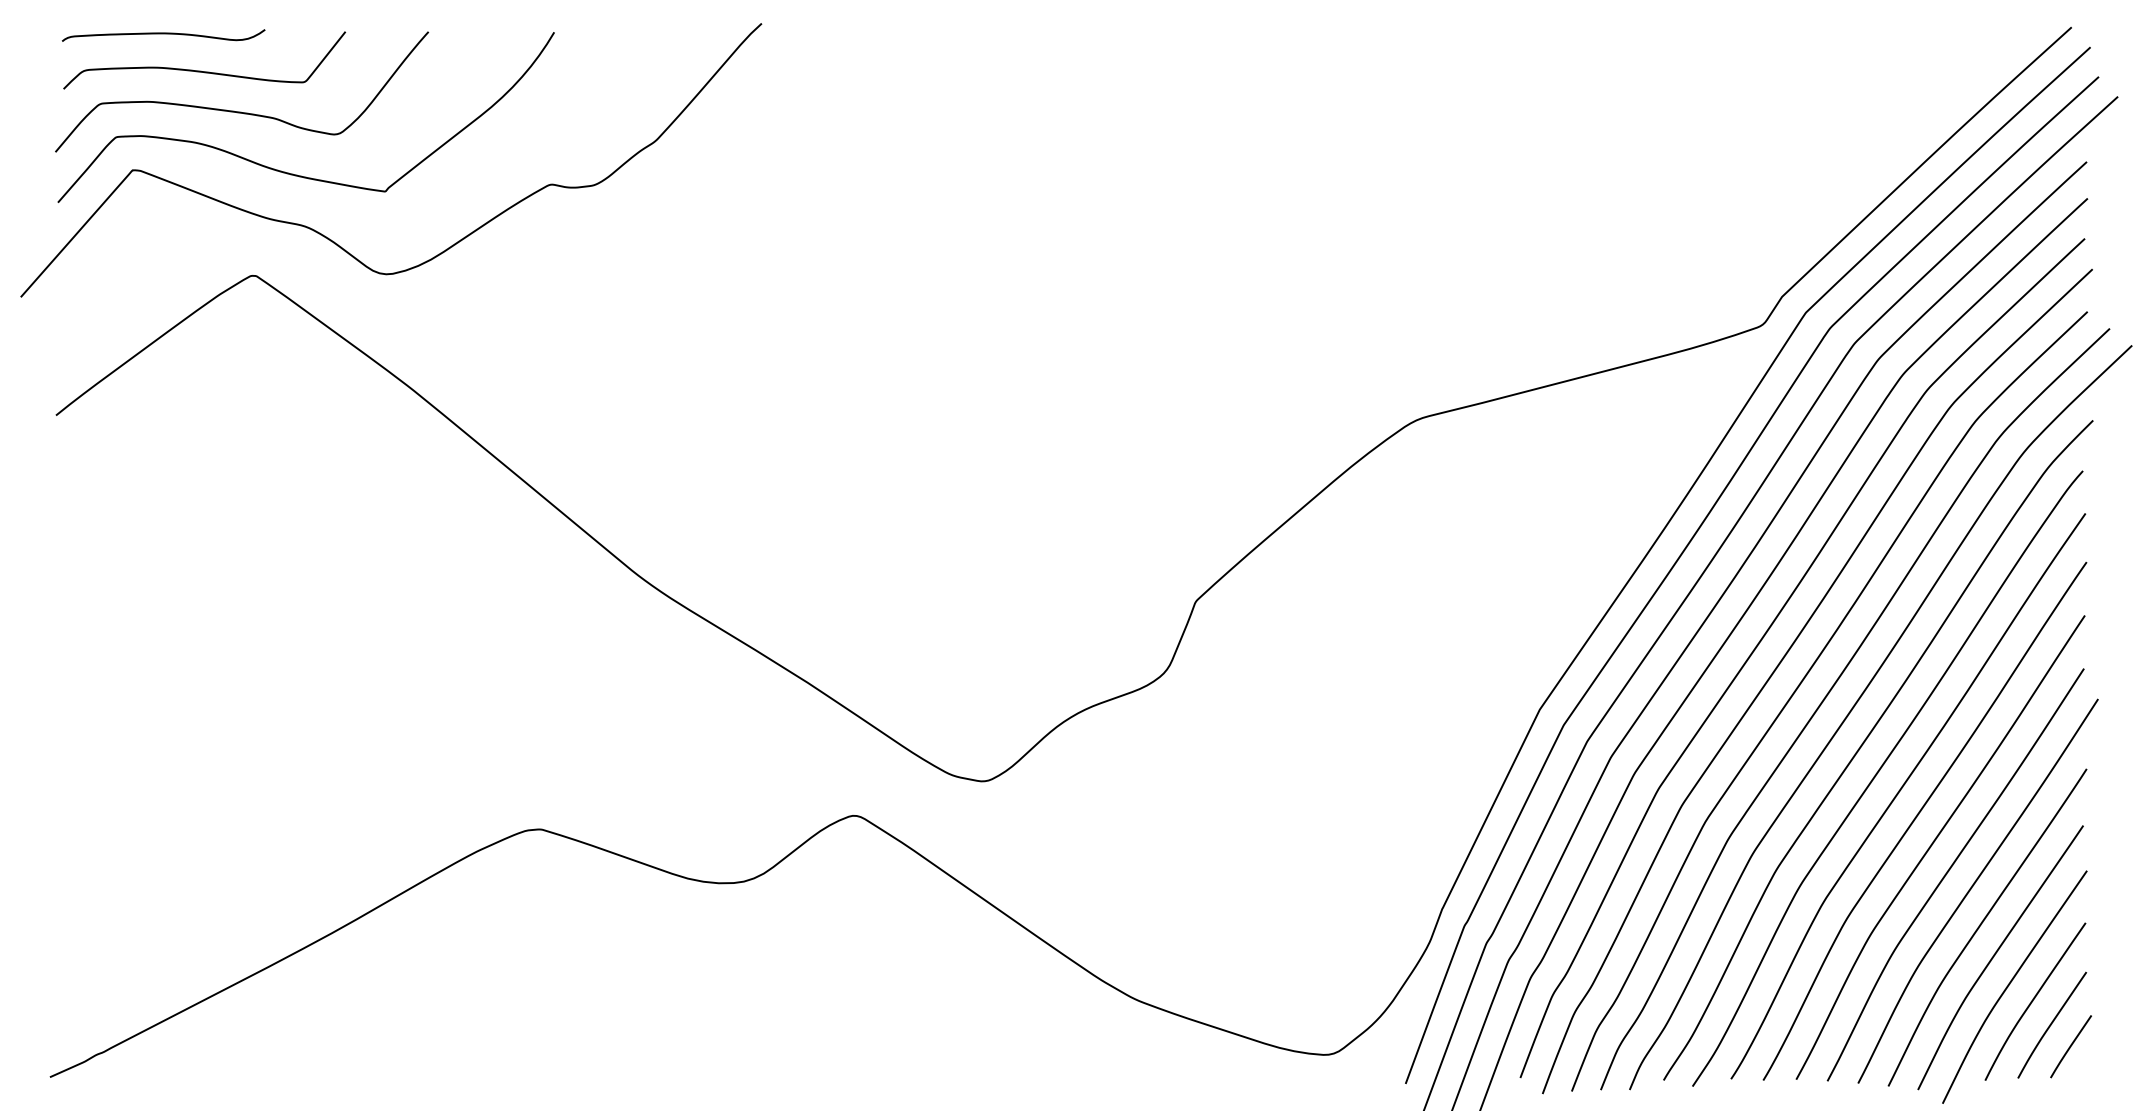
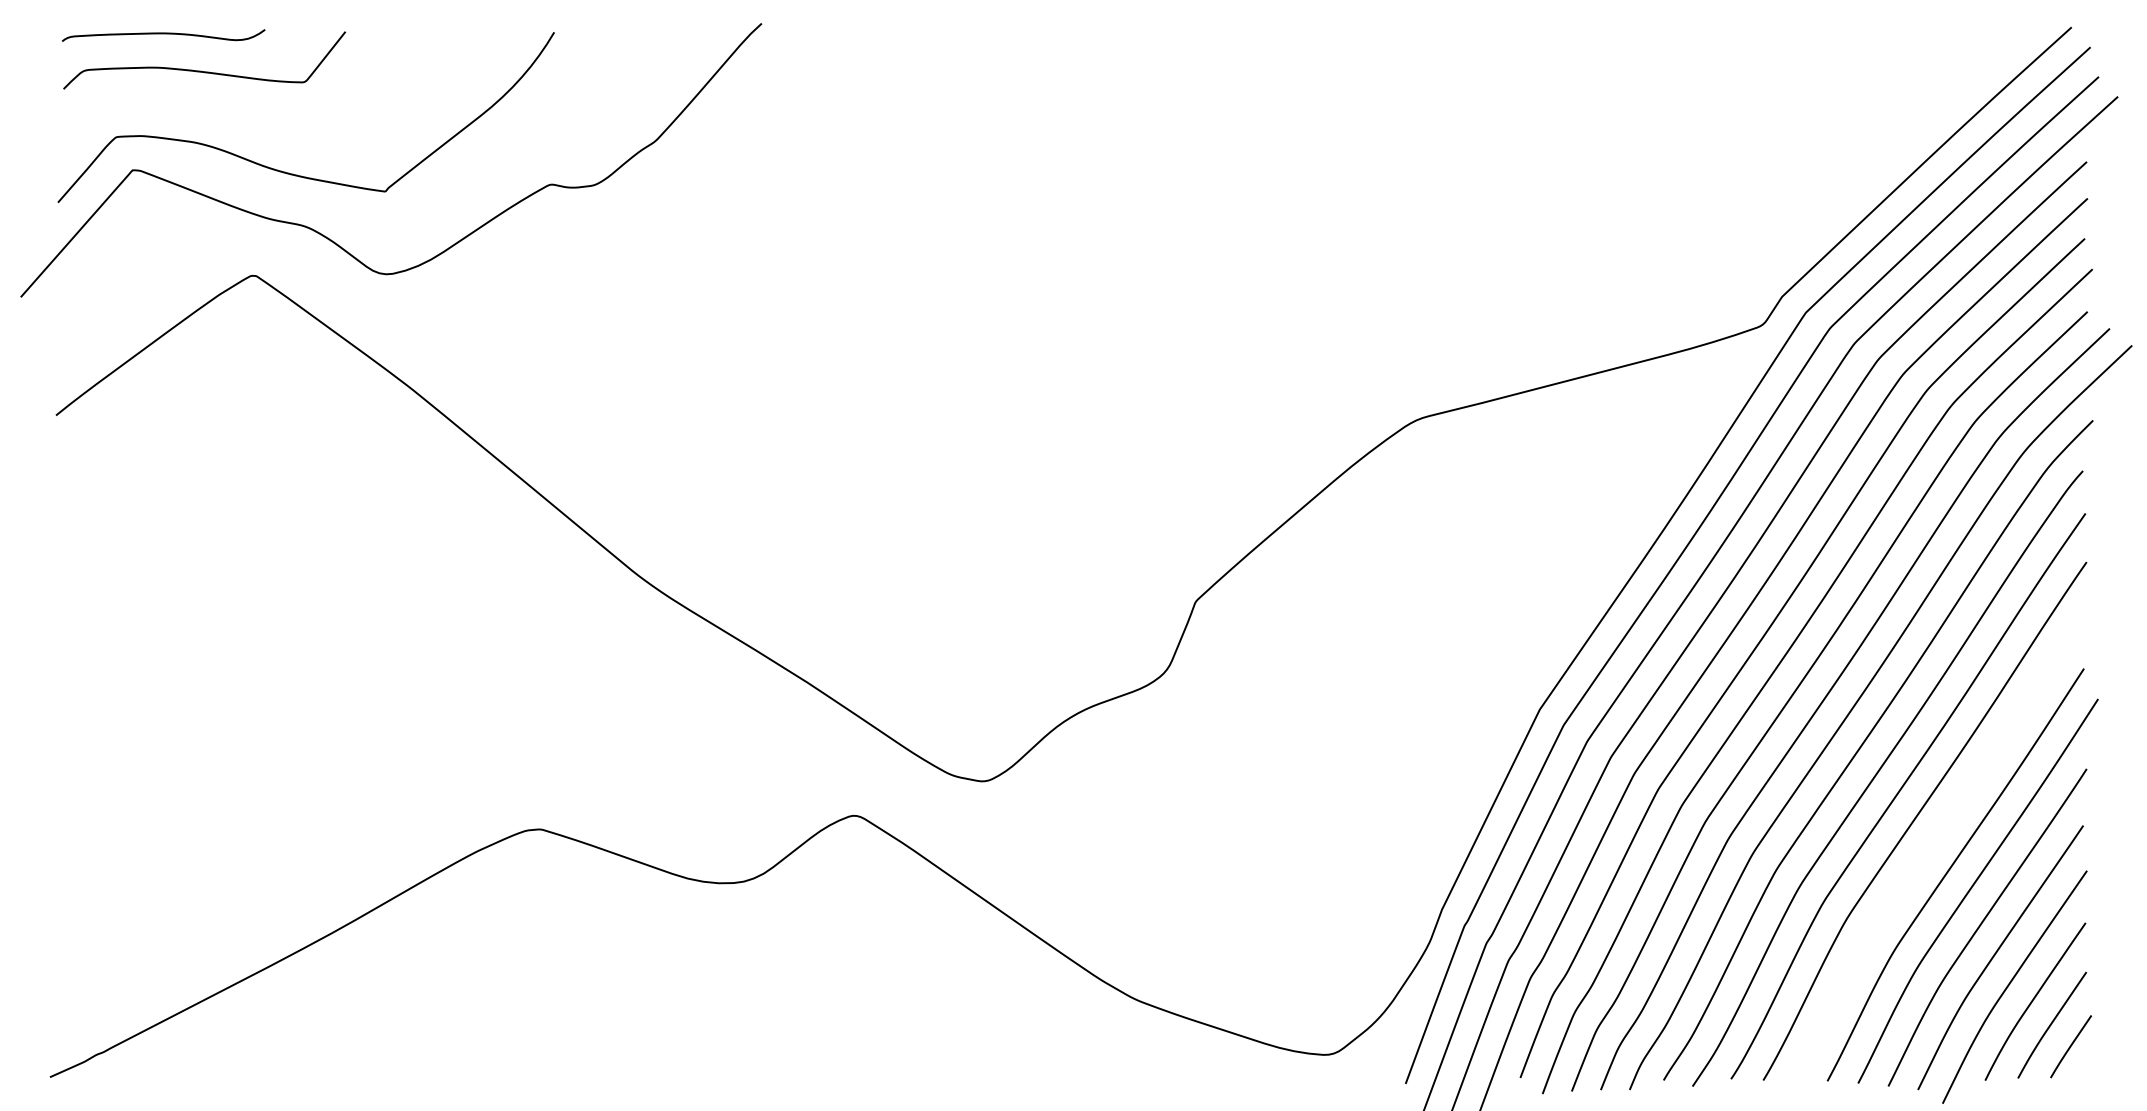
curve at (241, 111): present -> none
curve at (1933, 844): present -> none
